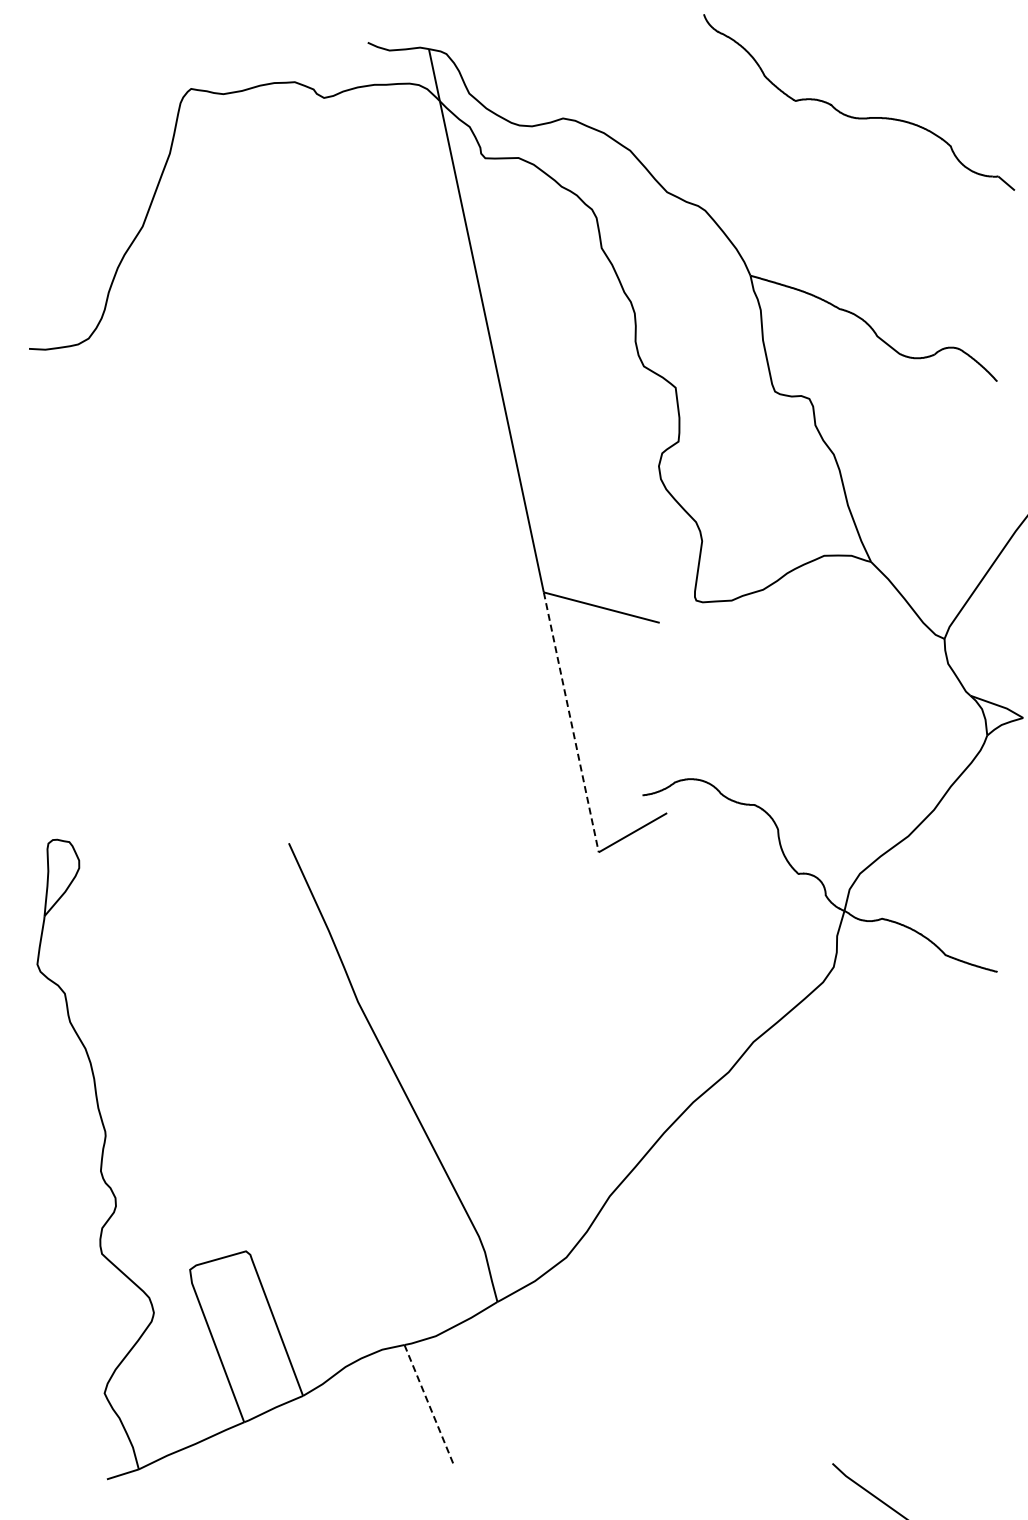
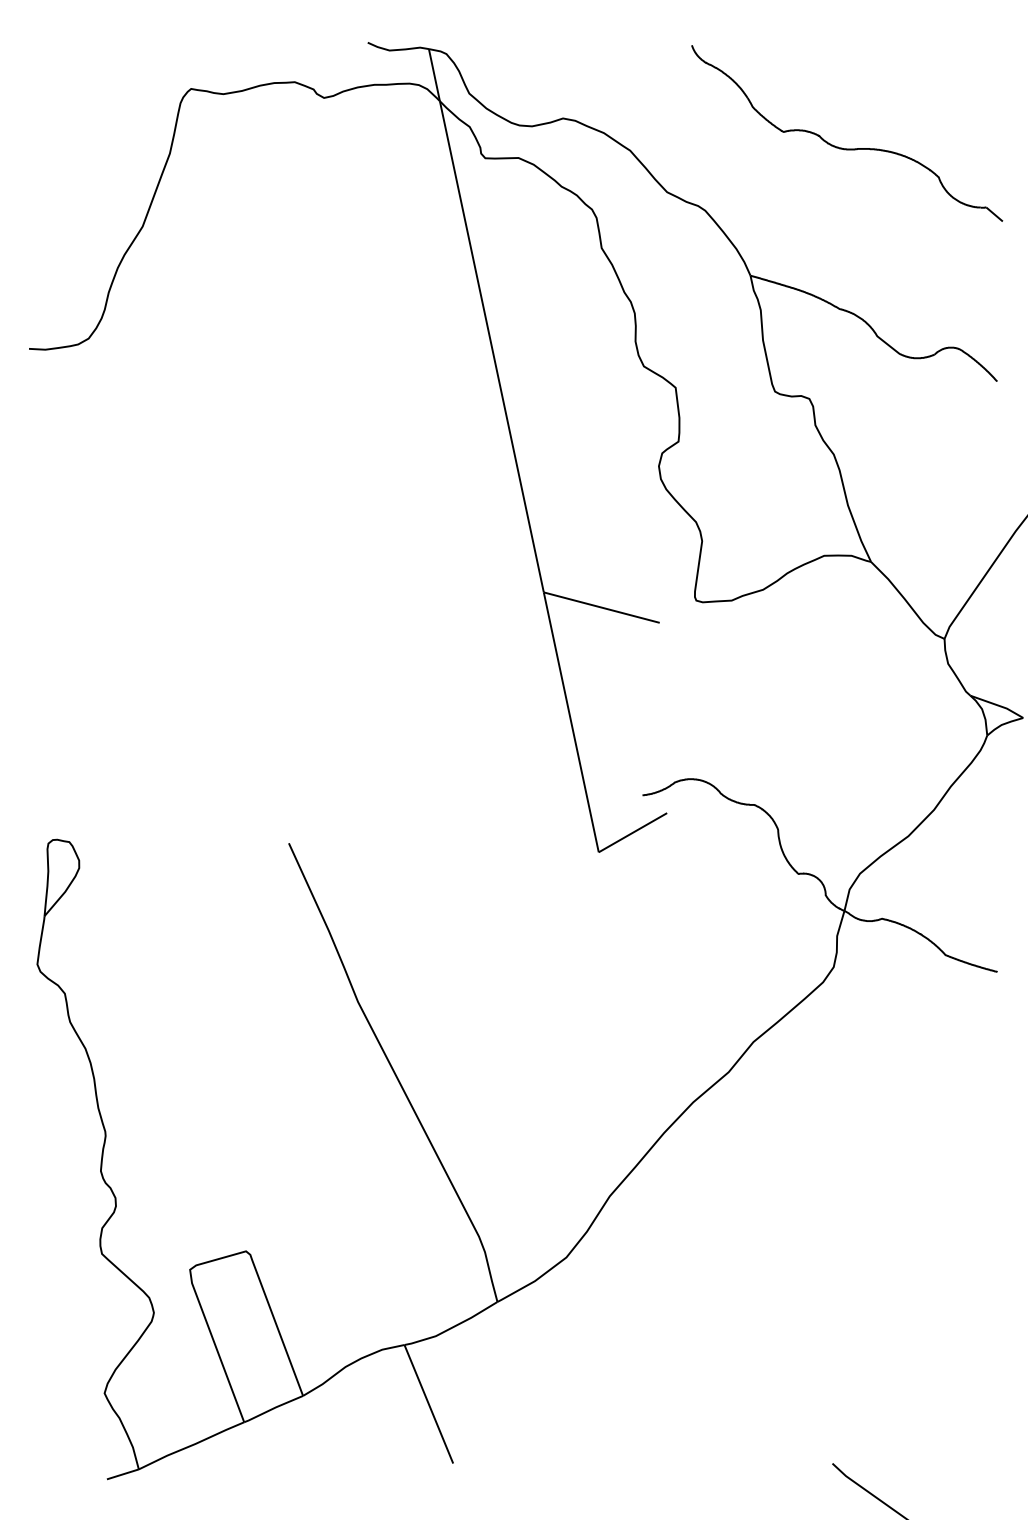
part at (854, 116) position: (854, 116) -> (842, 147)
line at (571, 722): dashed -> solid
line at (429, 1404): dashed -> solid
